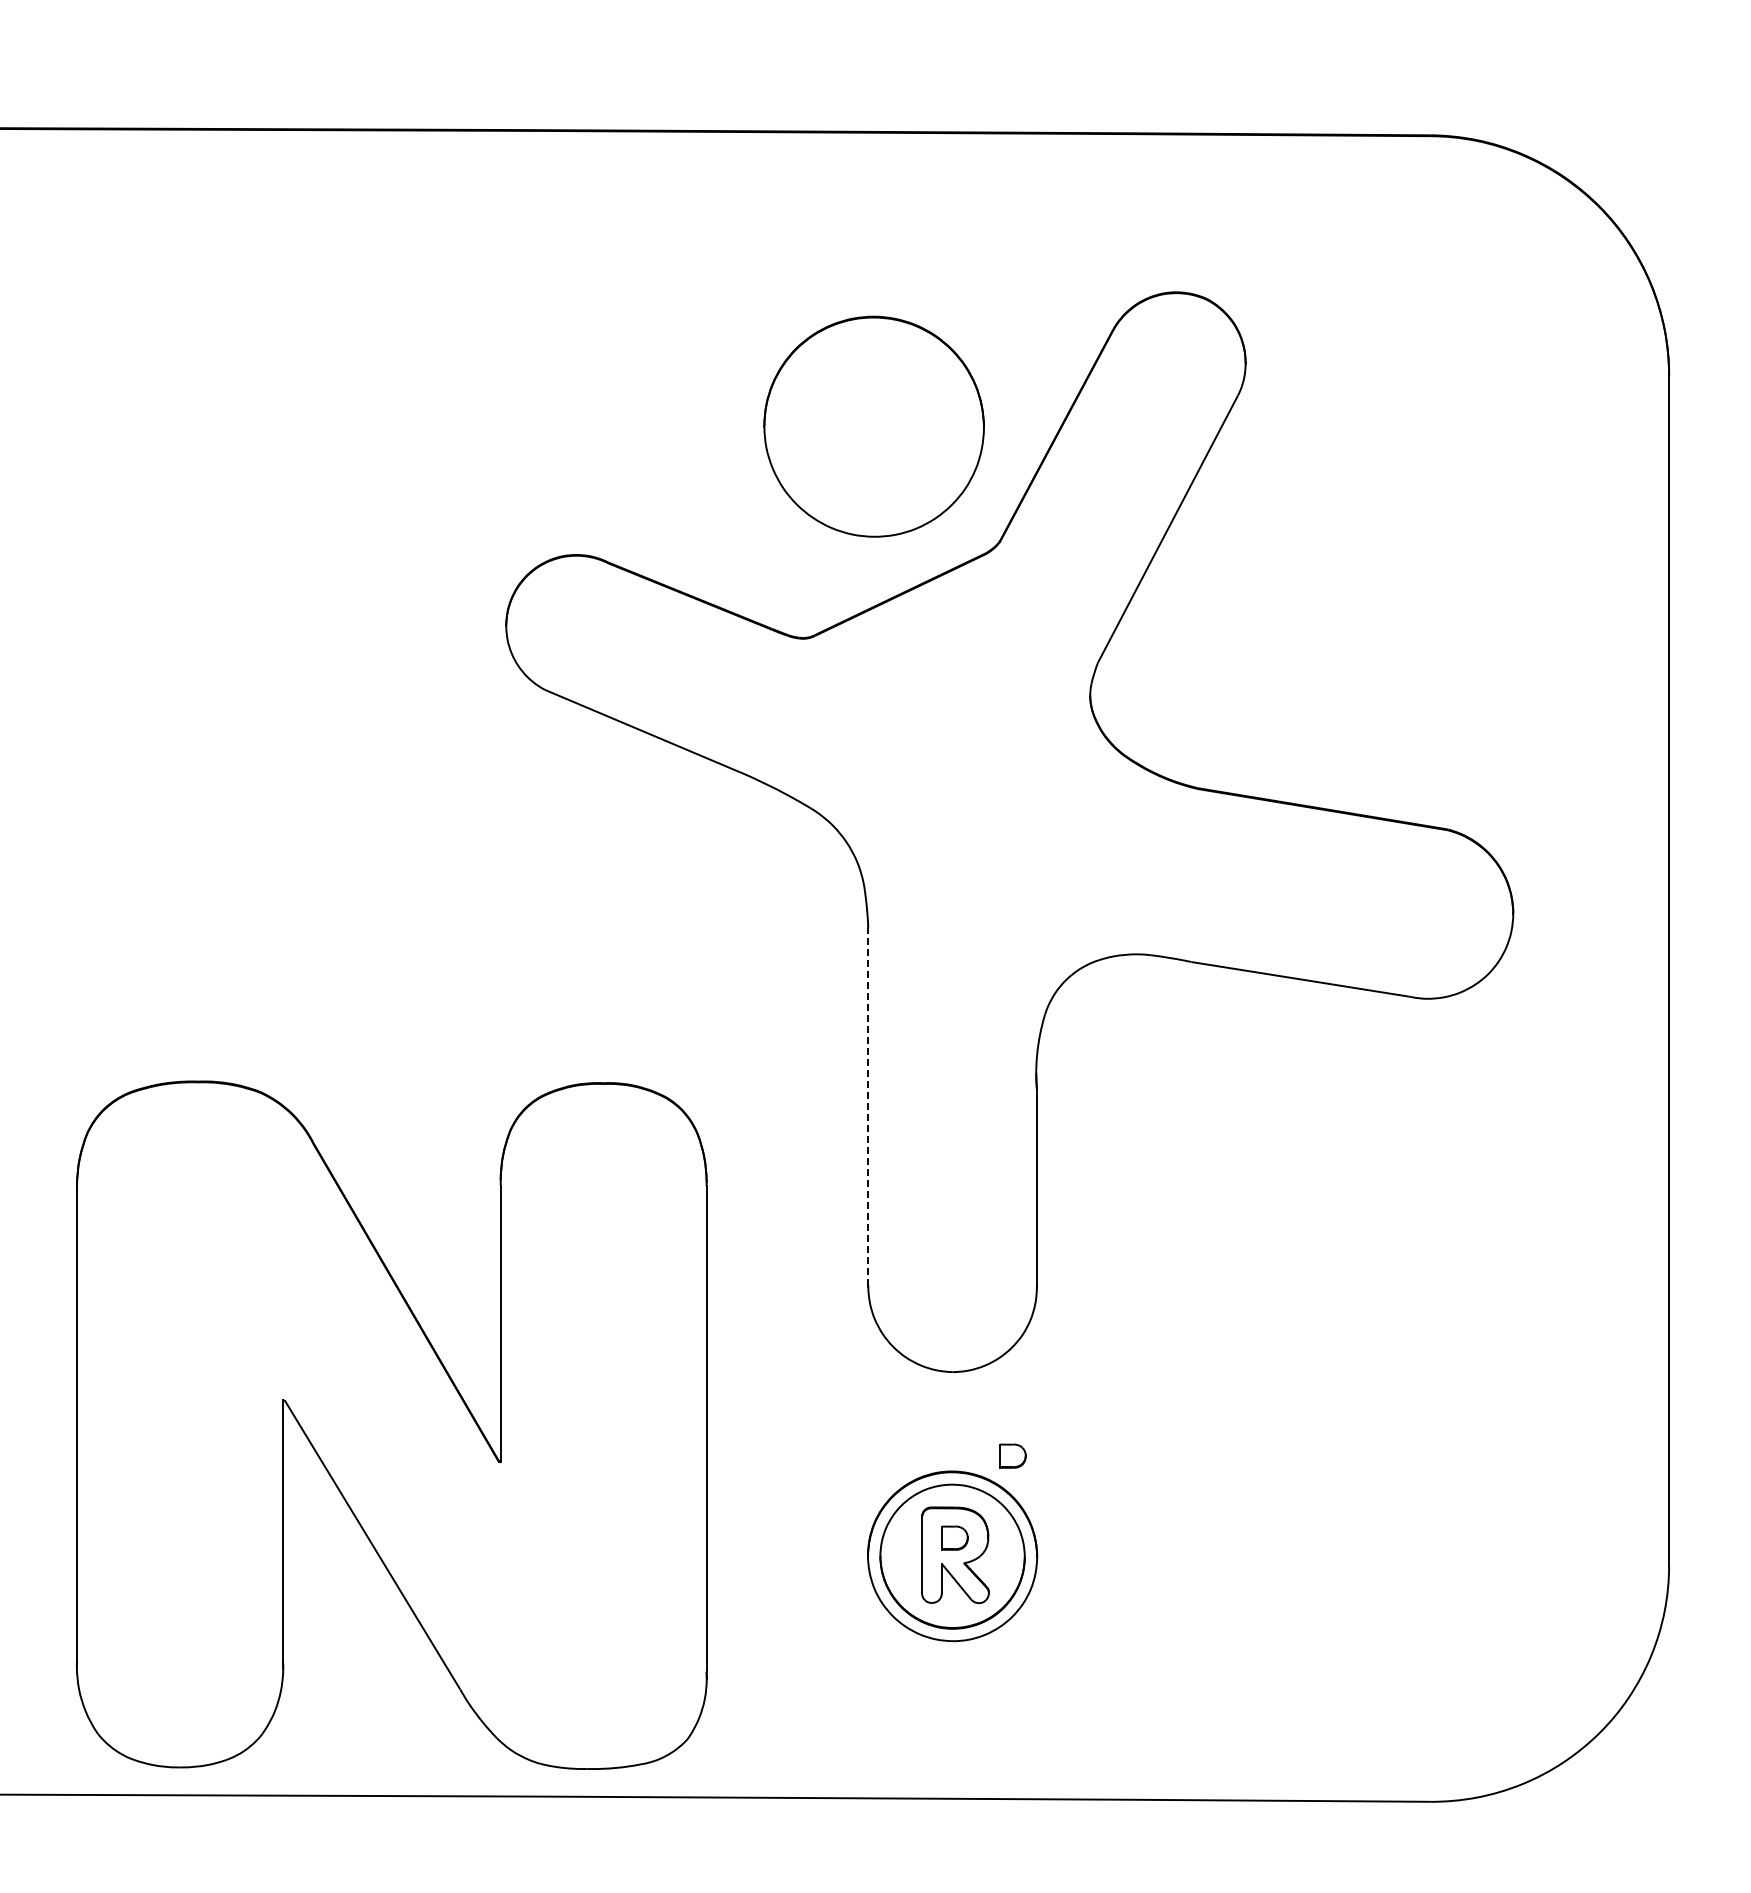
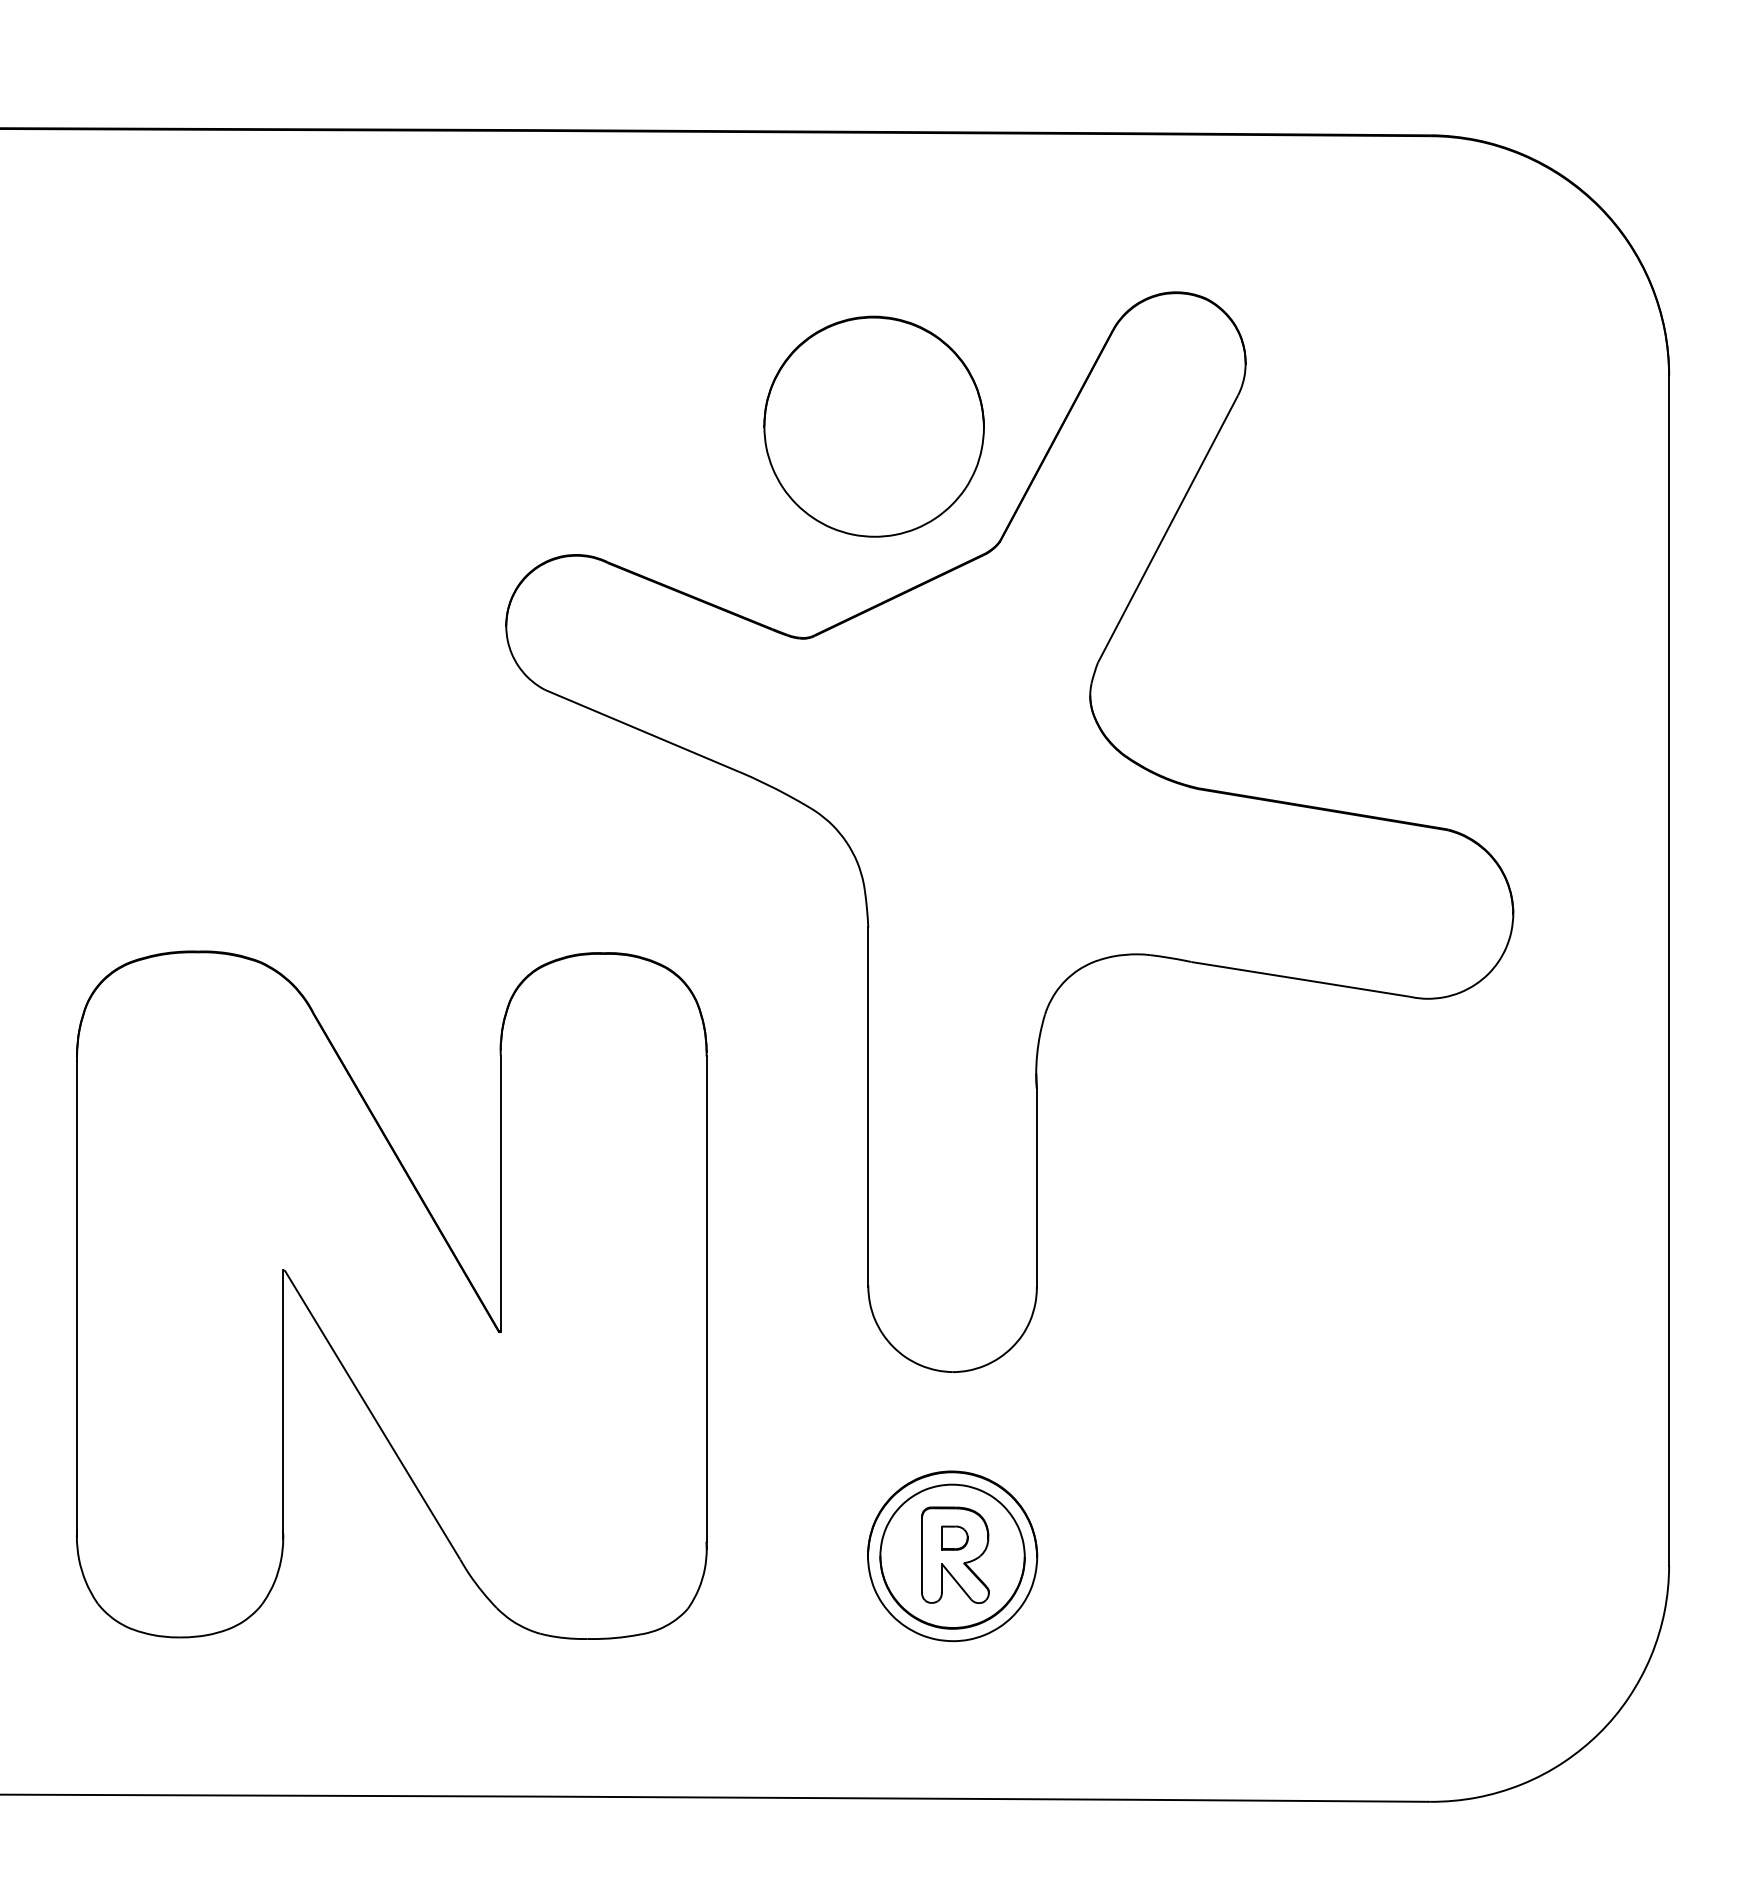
line at (868, 1106): dashed -> solid
part at (391, 1424) position: (391, 1424) -> (391, 1294)
part at (1012, 1455): present -> none
